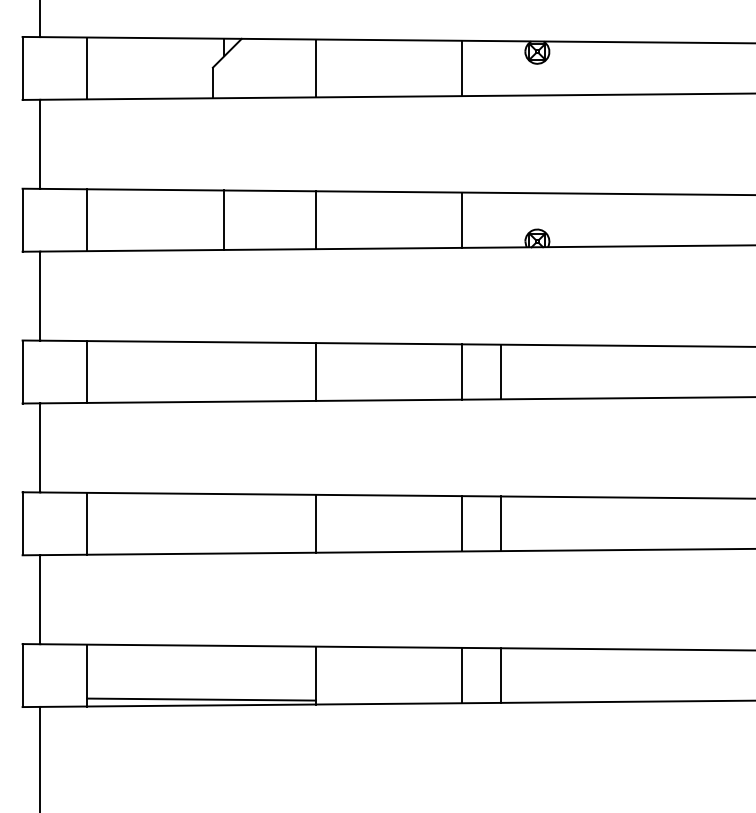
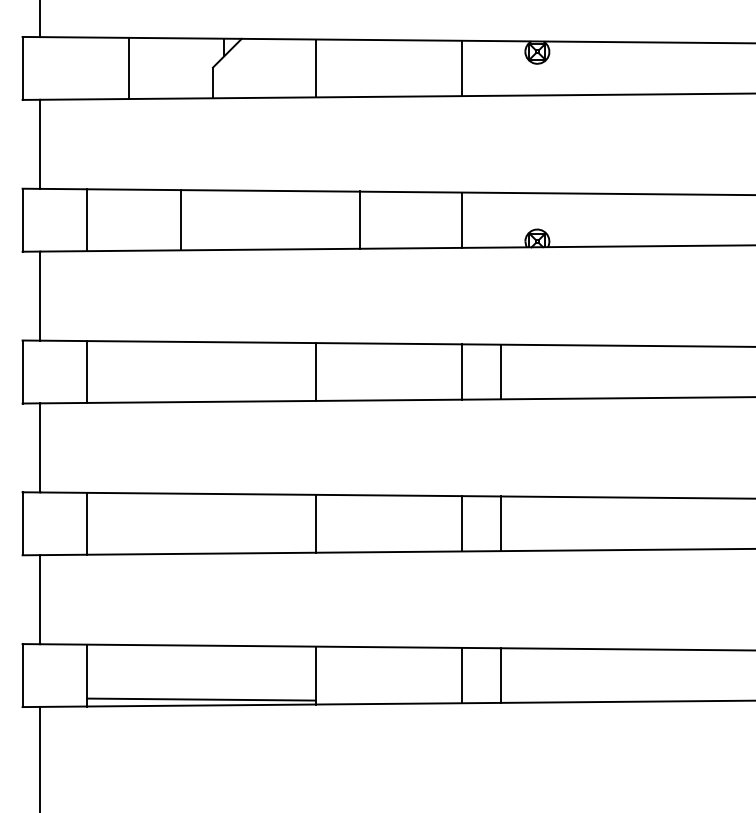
line at (87, 68) position: (87, 68) -> (129, 68)
line at (224, 219) position: (224, 219) -> (181, 219)
line at (316, 220) position: (316, 220) -> (360, 220)
